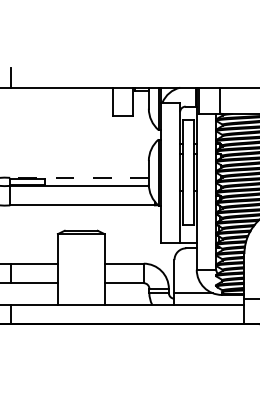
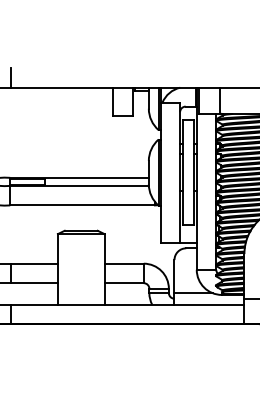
line at (79, 177): dashed -> solid
